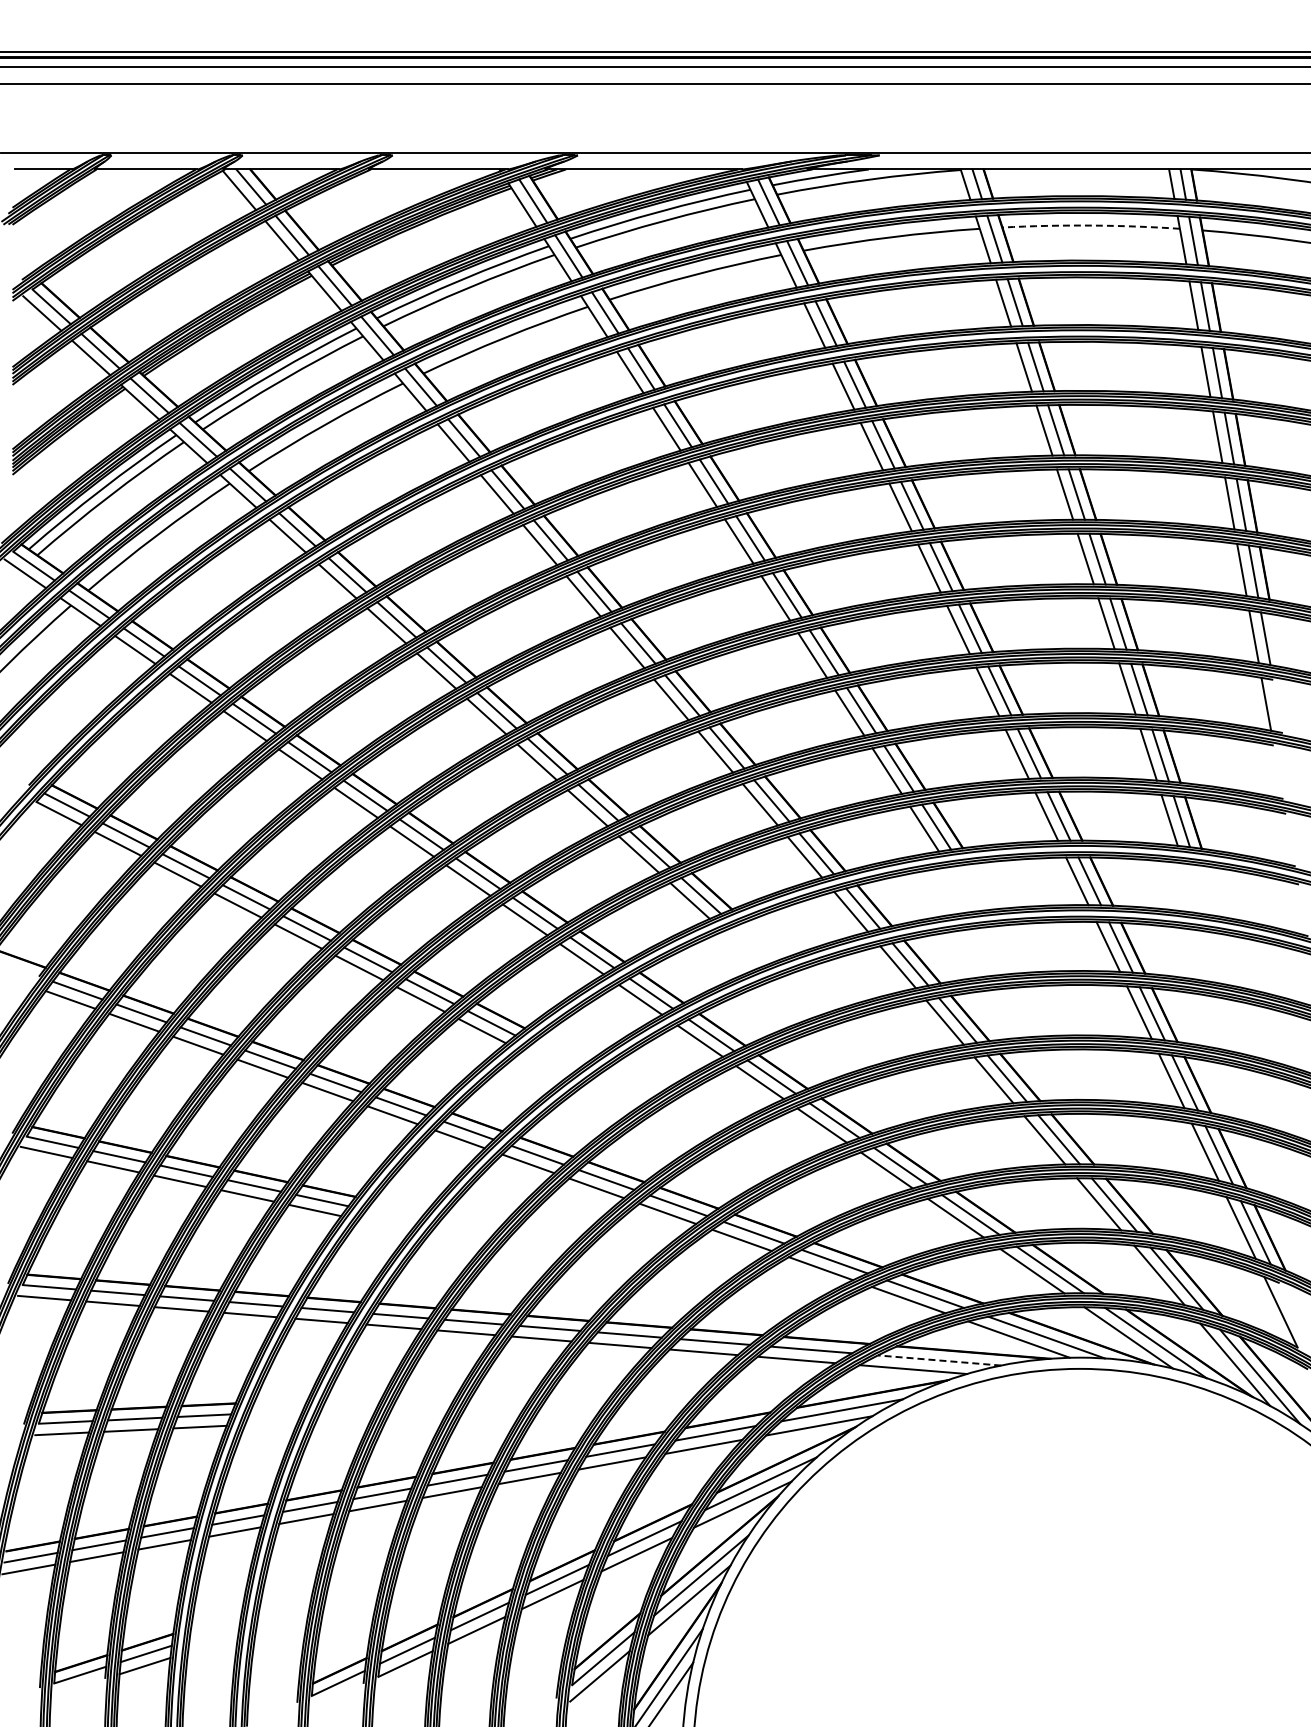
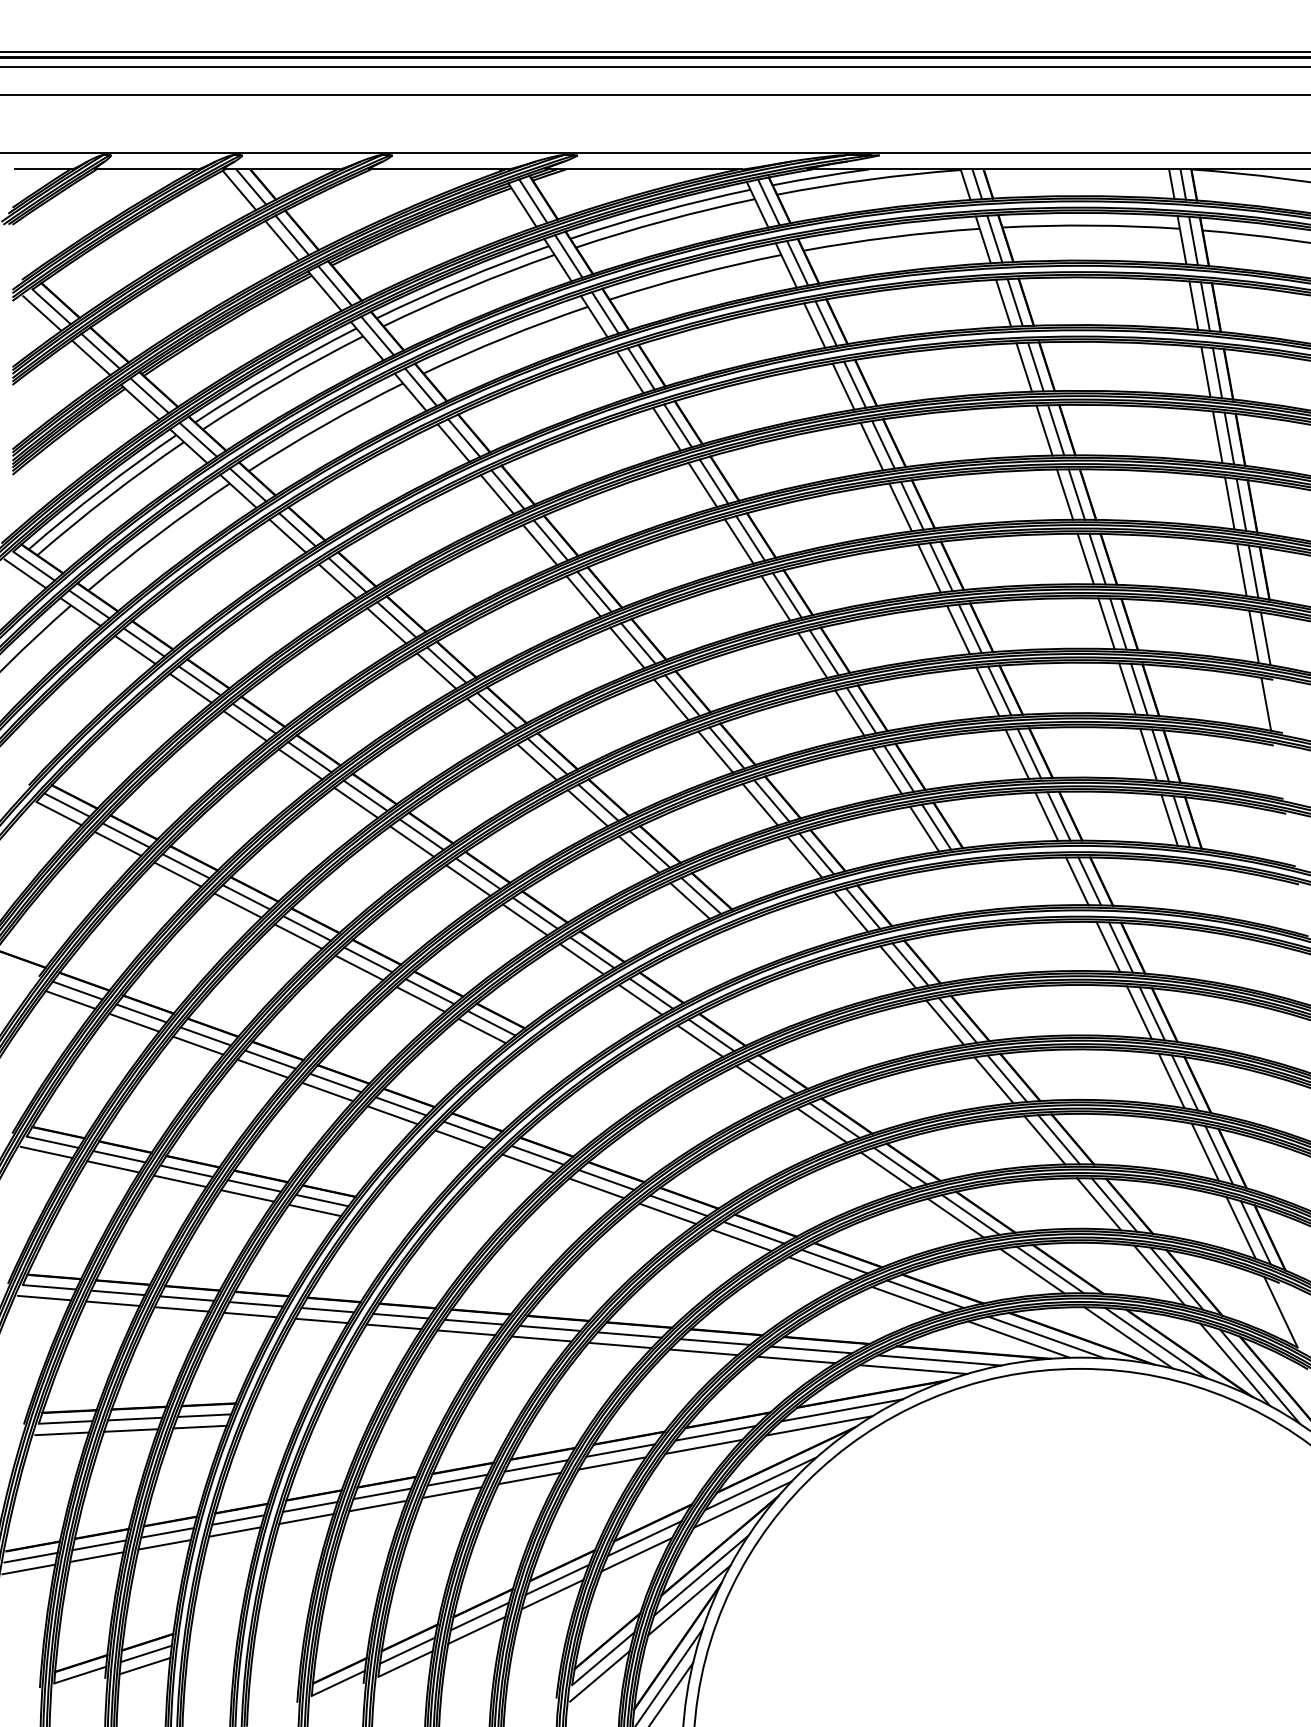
line at (654, 84) position: (654, 84) -> (654, 95)
arc at (1091, 225): dashed -> solid
line at (939, 1360): dashed -> solid
